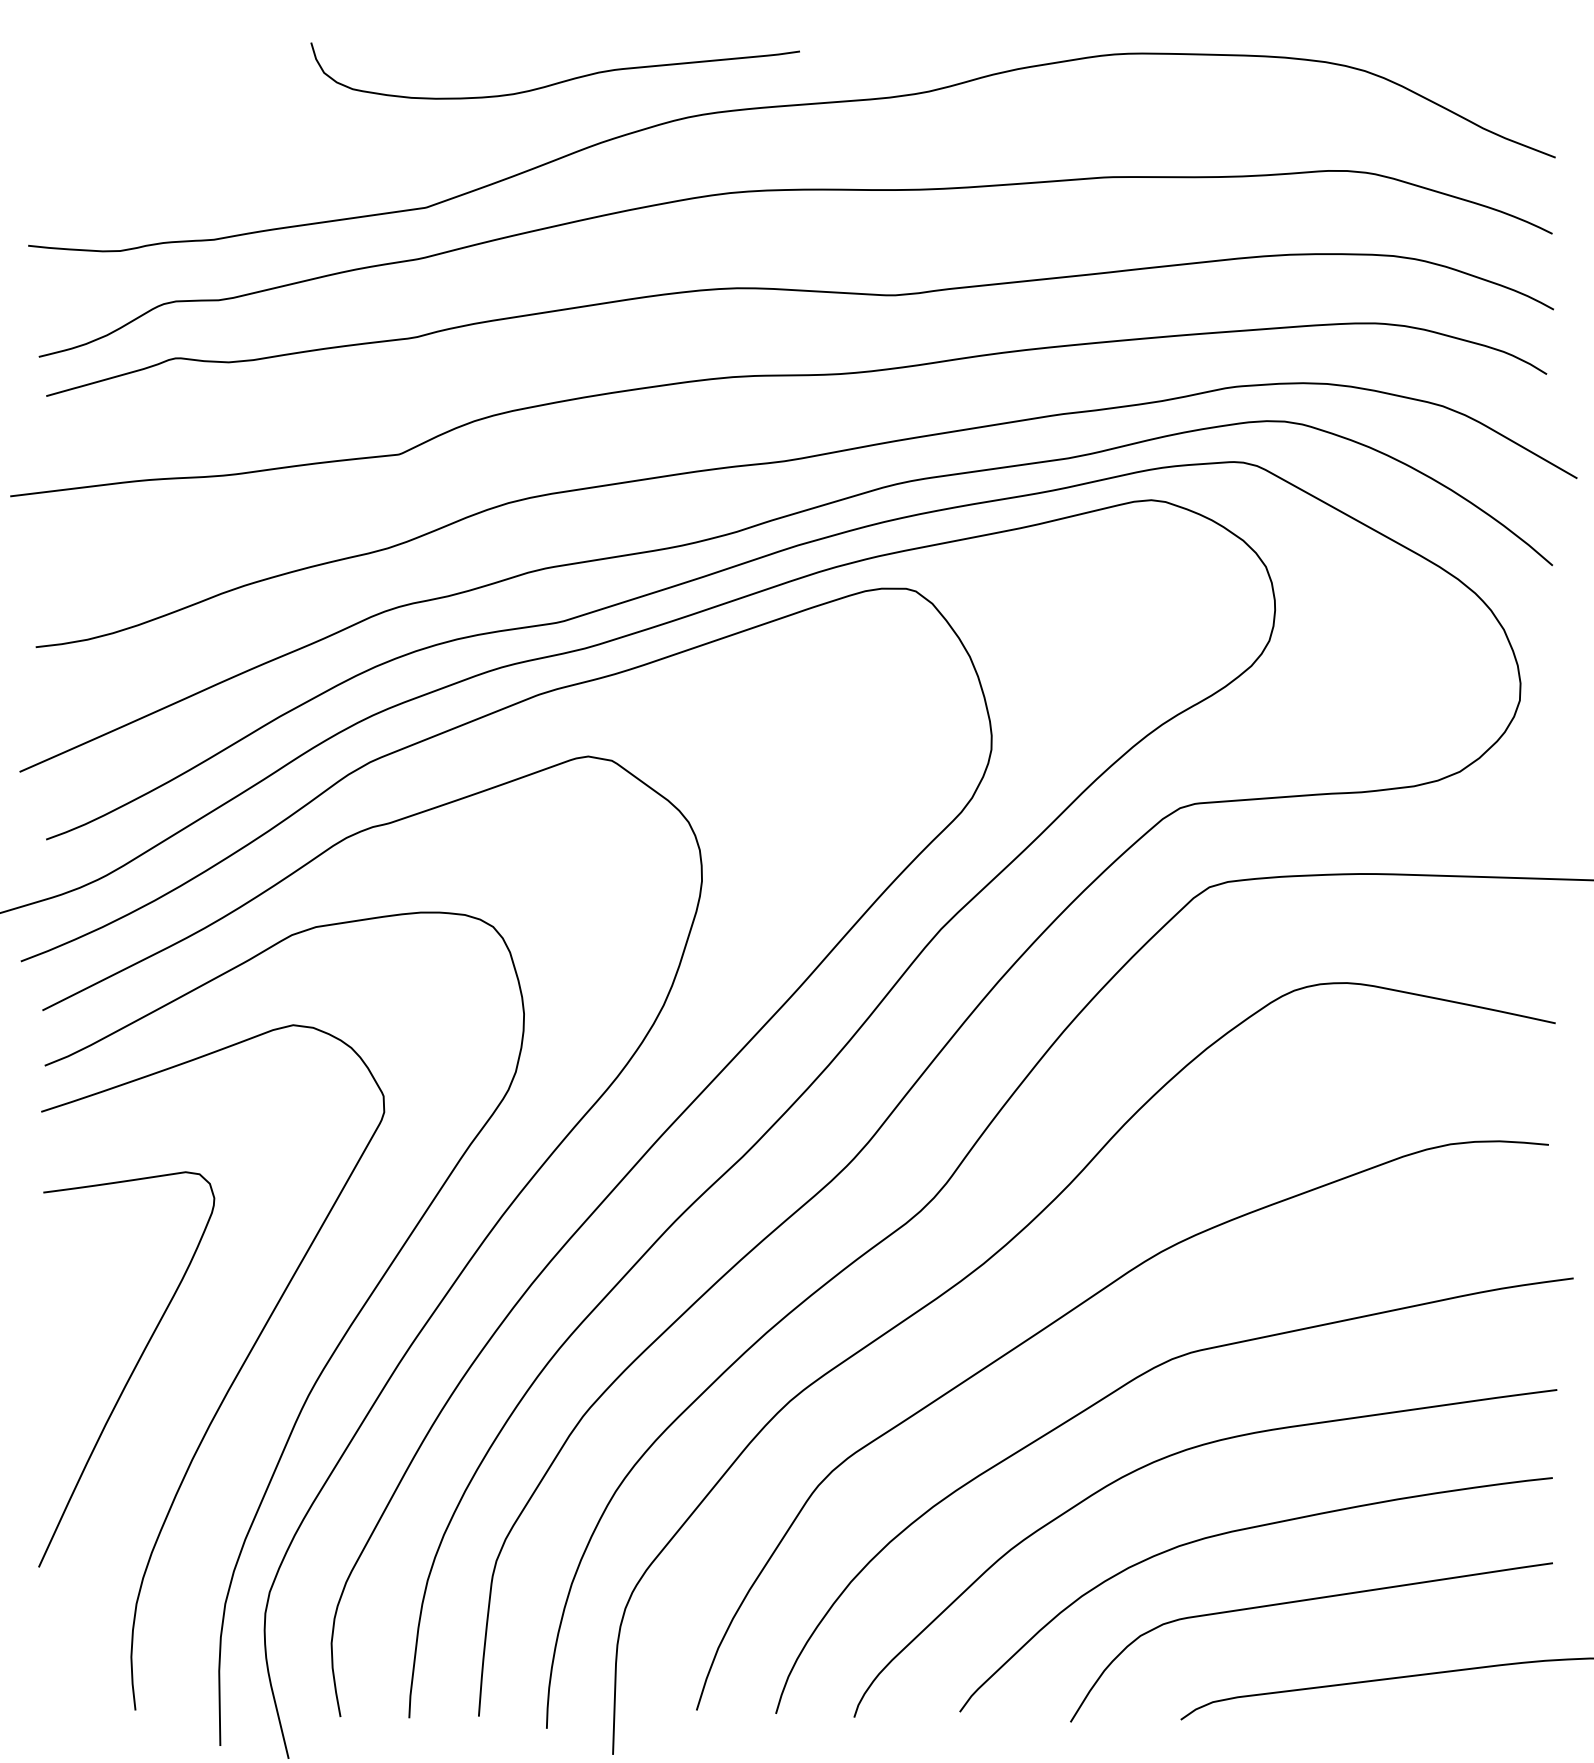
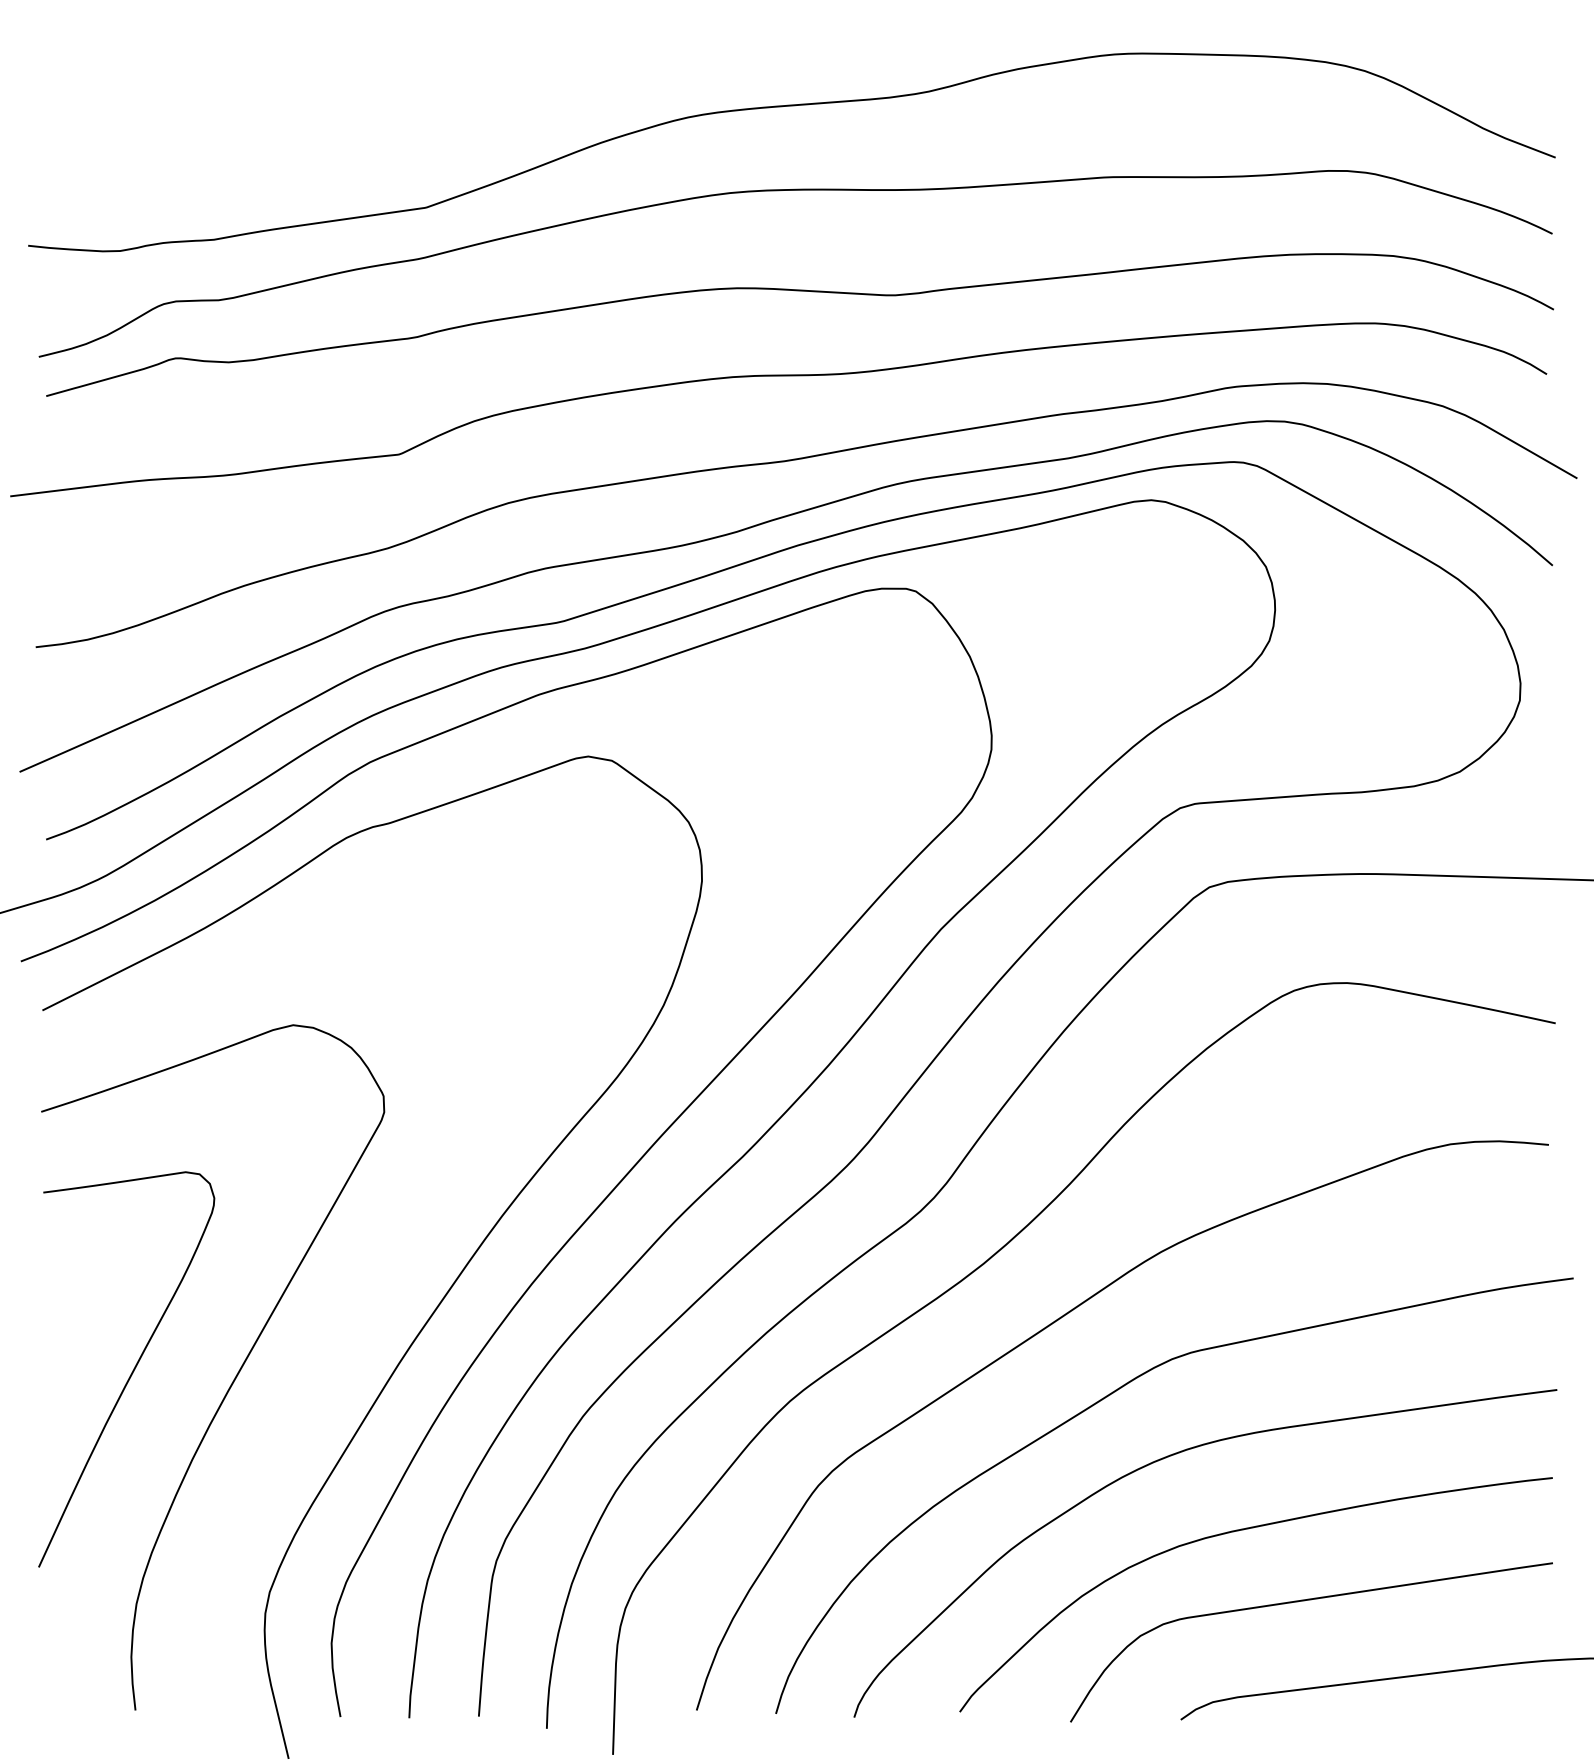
curve at (559, 81): present -> none
curve at (329, 1357): present -> none
